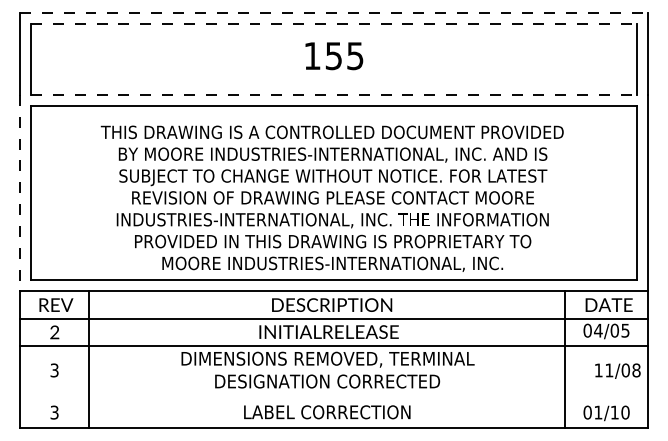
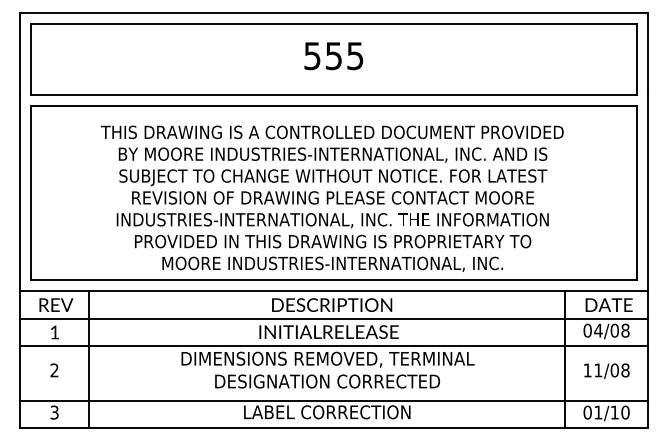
line at (333, 13): dashed -> solid
line at (333, 24): dashed -> solid
text at (312, 56): 155 -> 555
line at (333, 94): dashed -> solid
line at (20, 193): dashed -> solid
text at (625, 330): 04/05 -> 04/08
text at (54, 332): 2 -> 1
text at (54, 370): 3 -> 2
text at (617, 370) position: (617, 370) -> (606, 370)
line at (333, 400): none -> present
